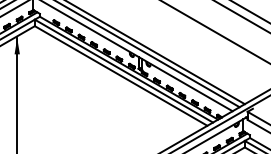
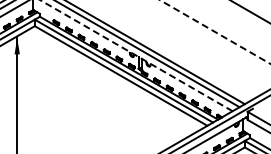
line at (241, 16): present -> none
line at (215, 32): solid -> dashed
line at (136, 55): solid -> dashed
